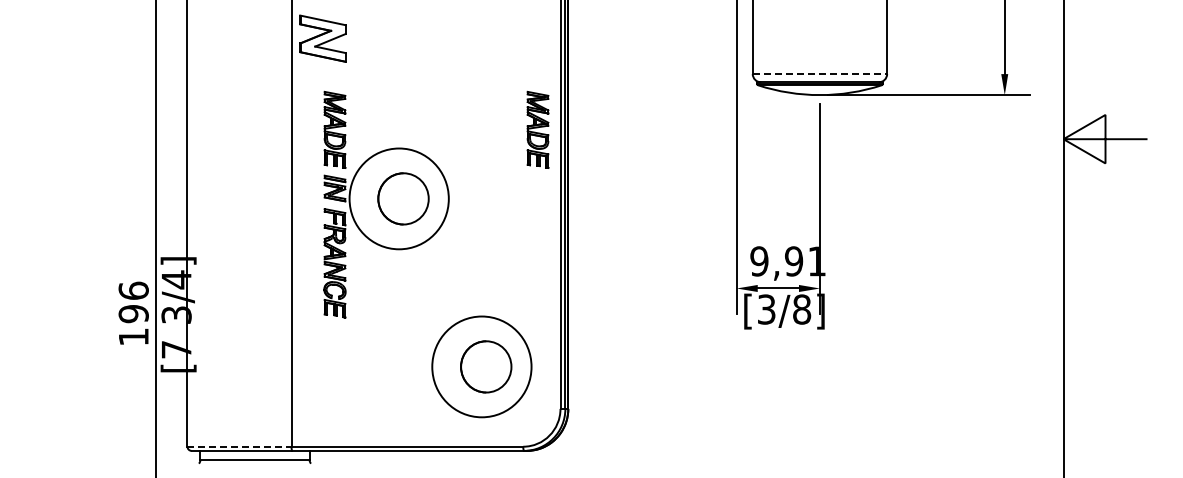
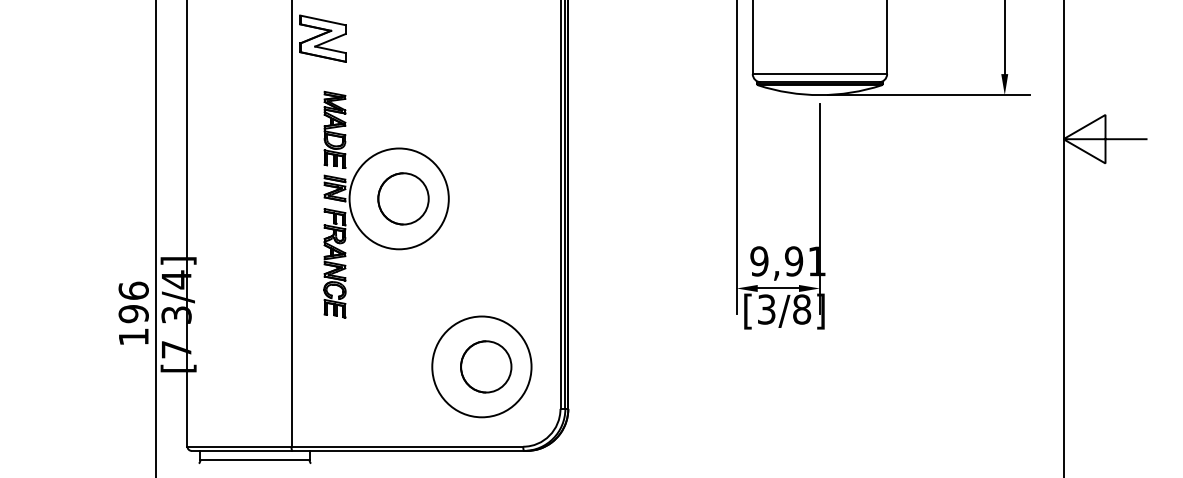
line at (820, 73): dashed -> solid
part at (537, 129): present -> none
line at (240, 446): dashed -> solid
